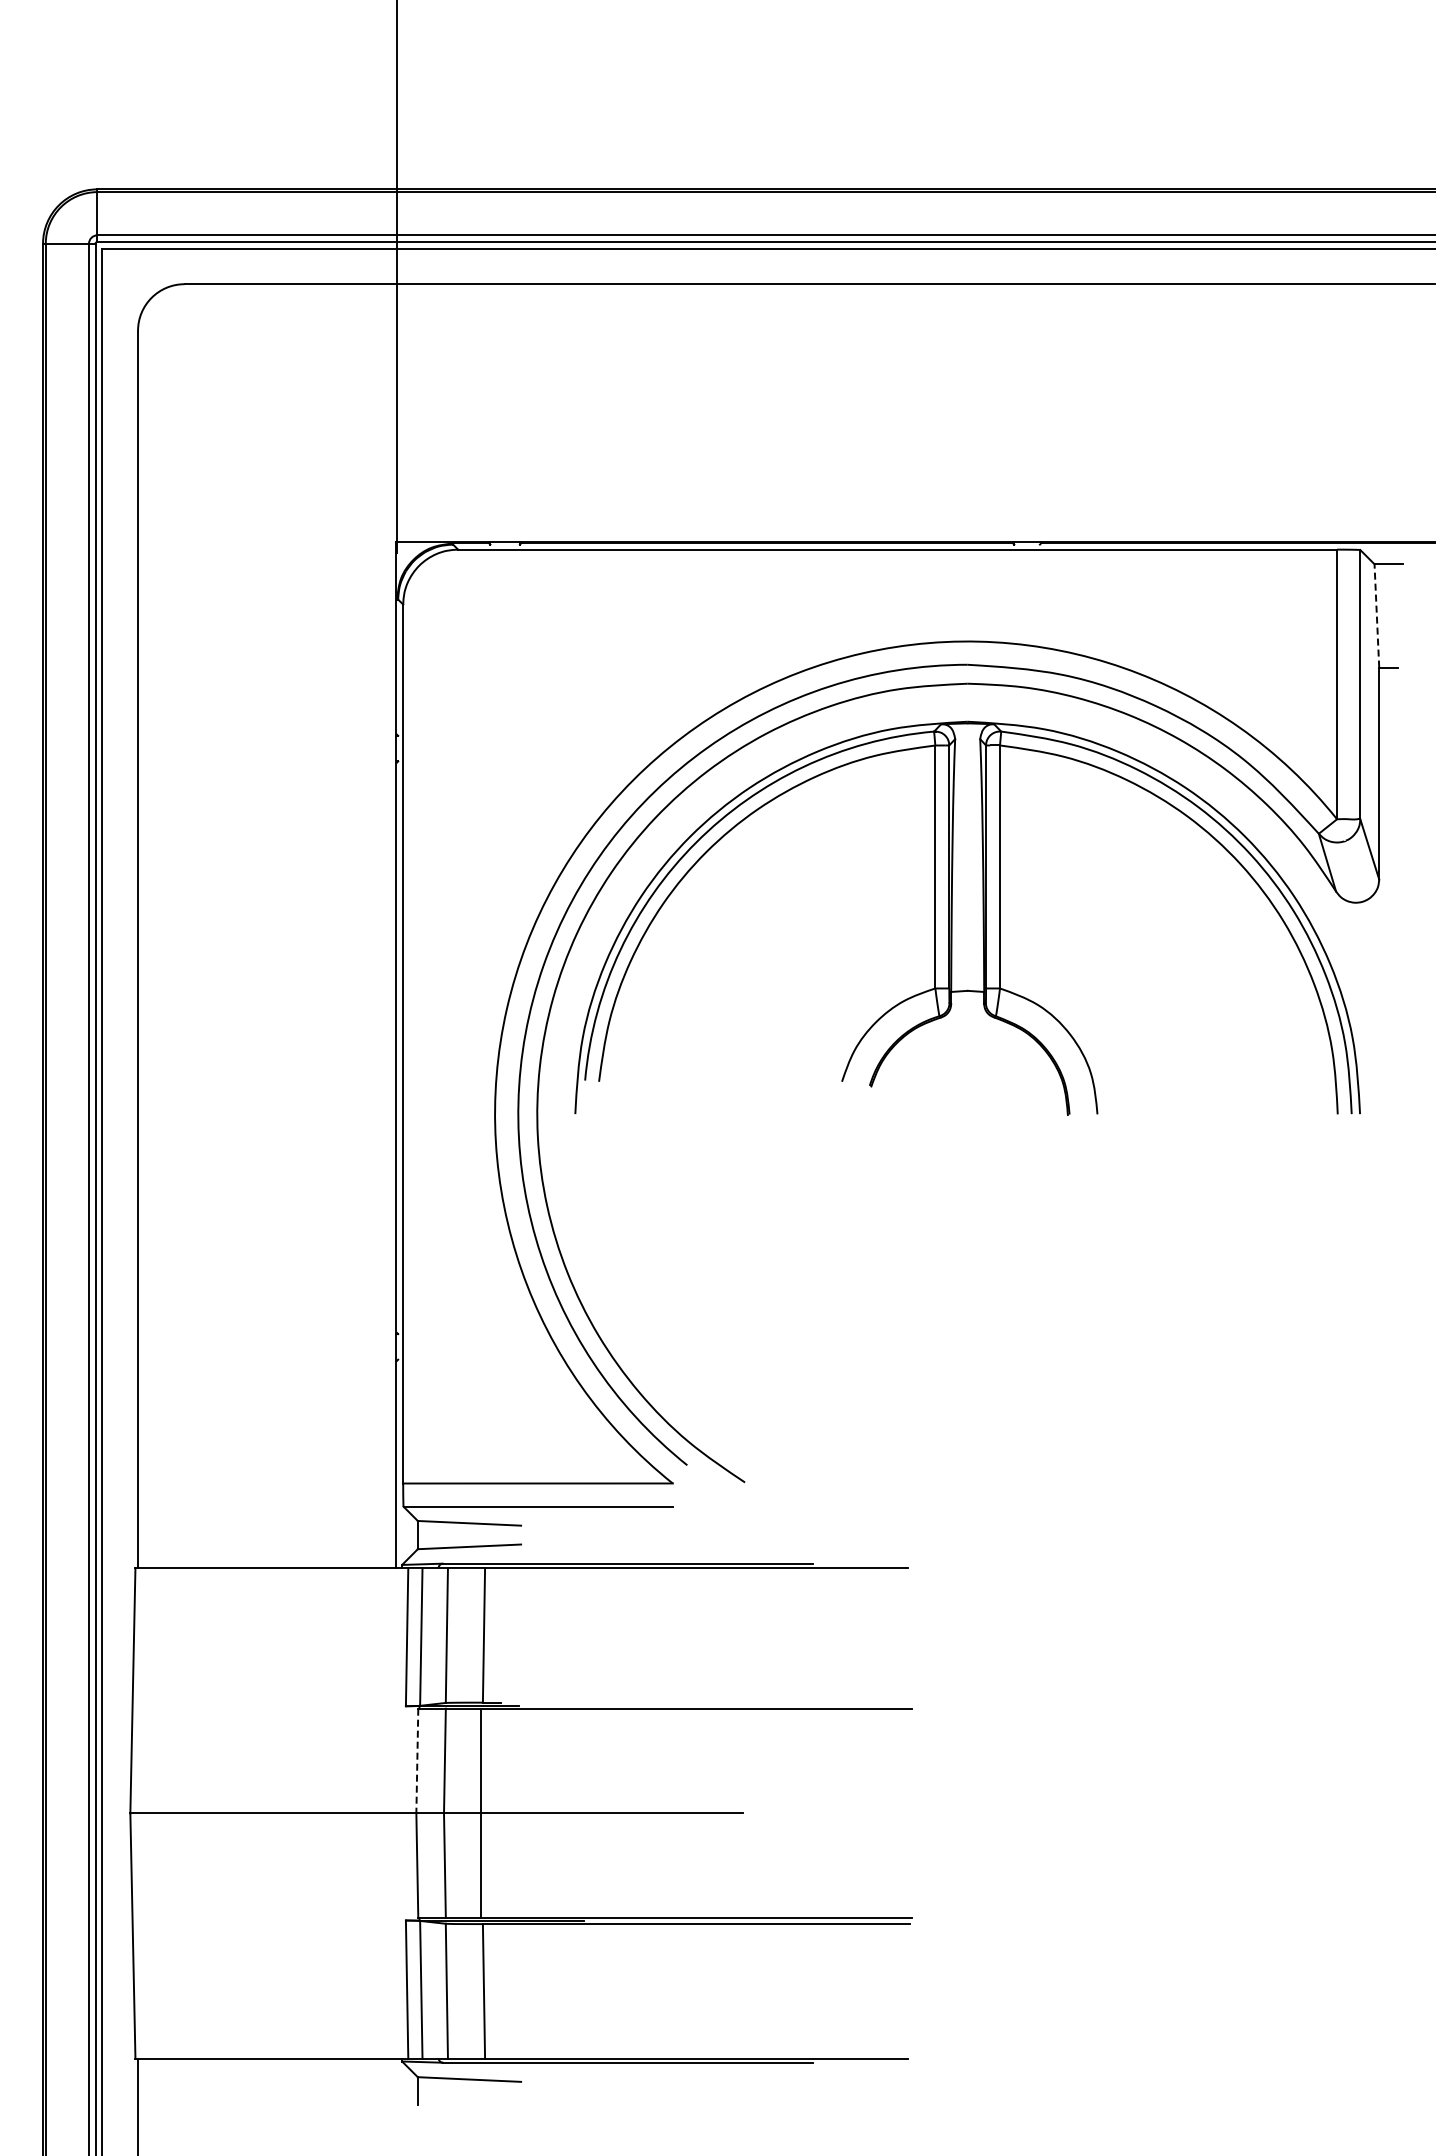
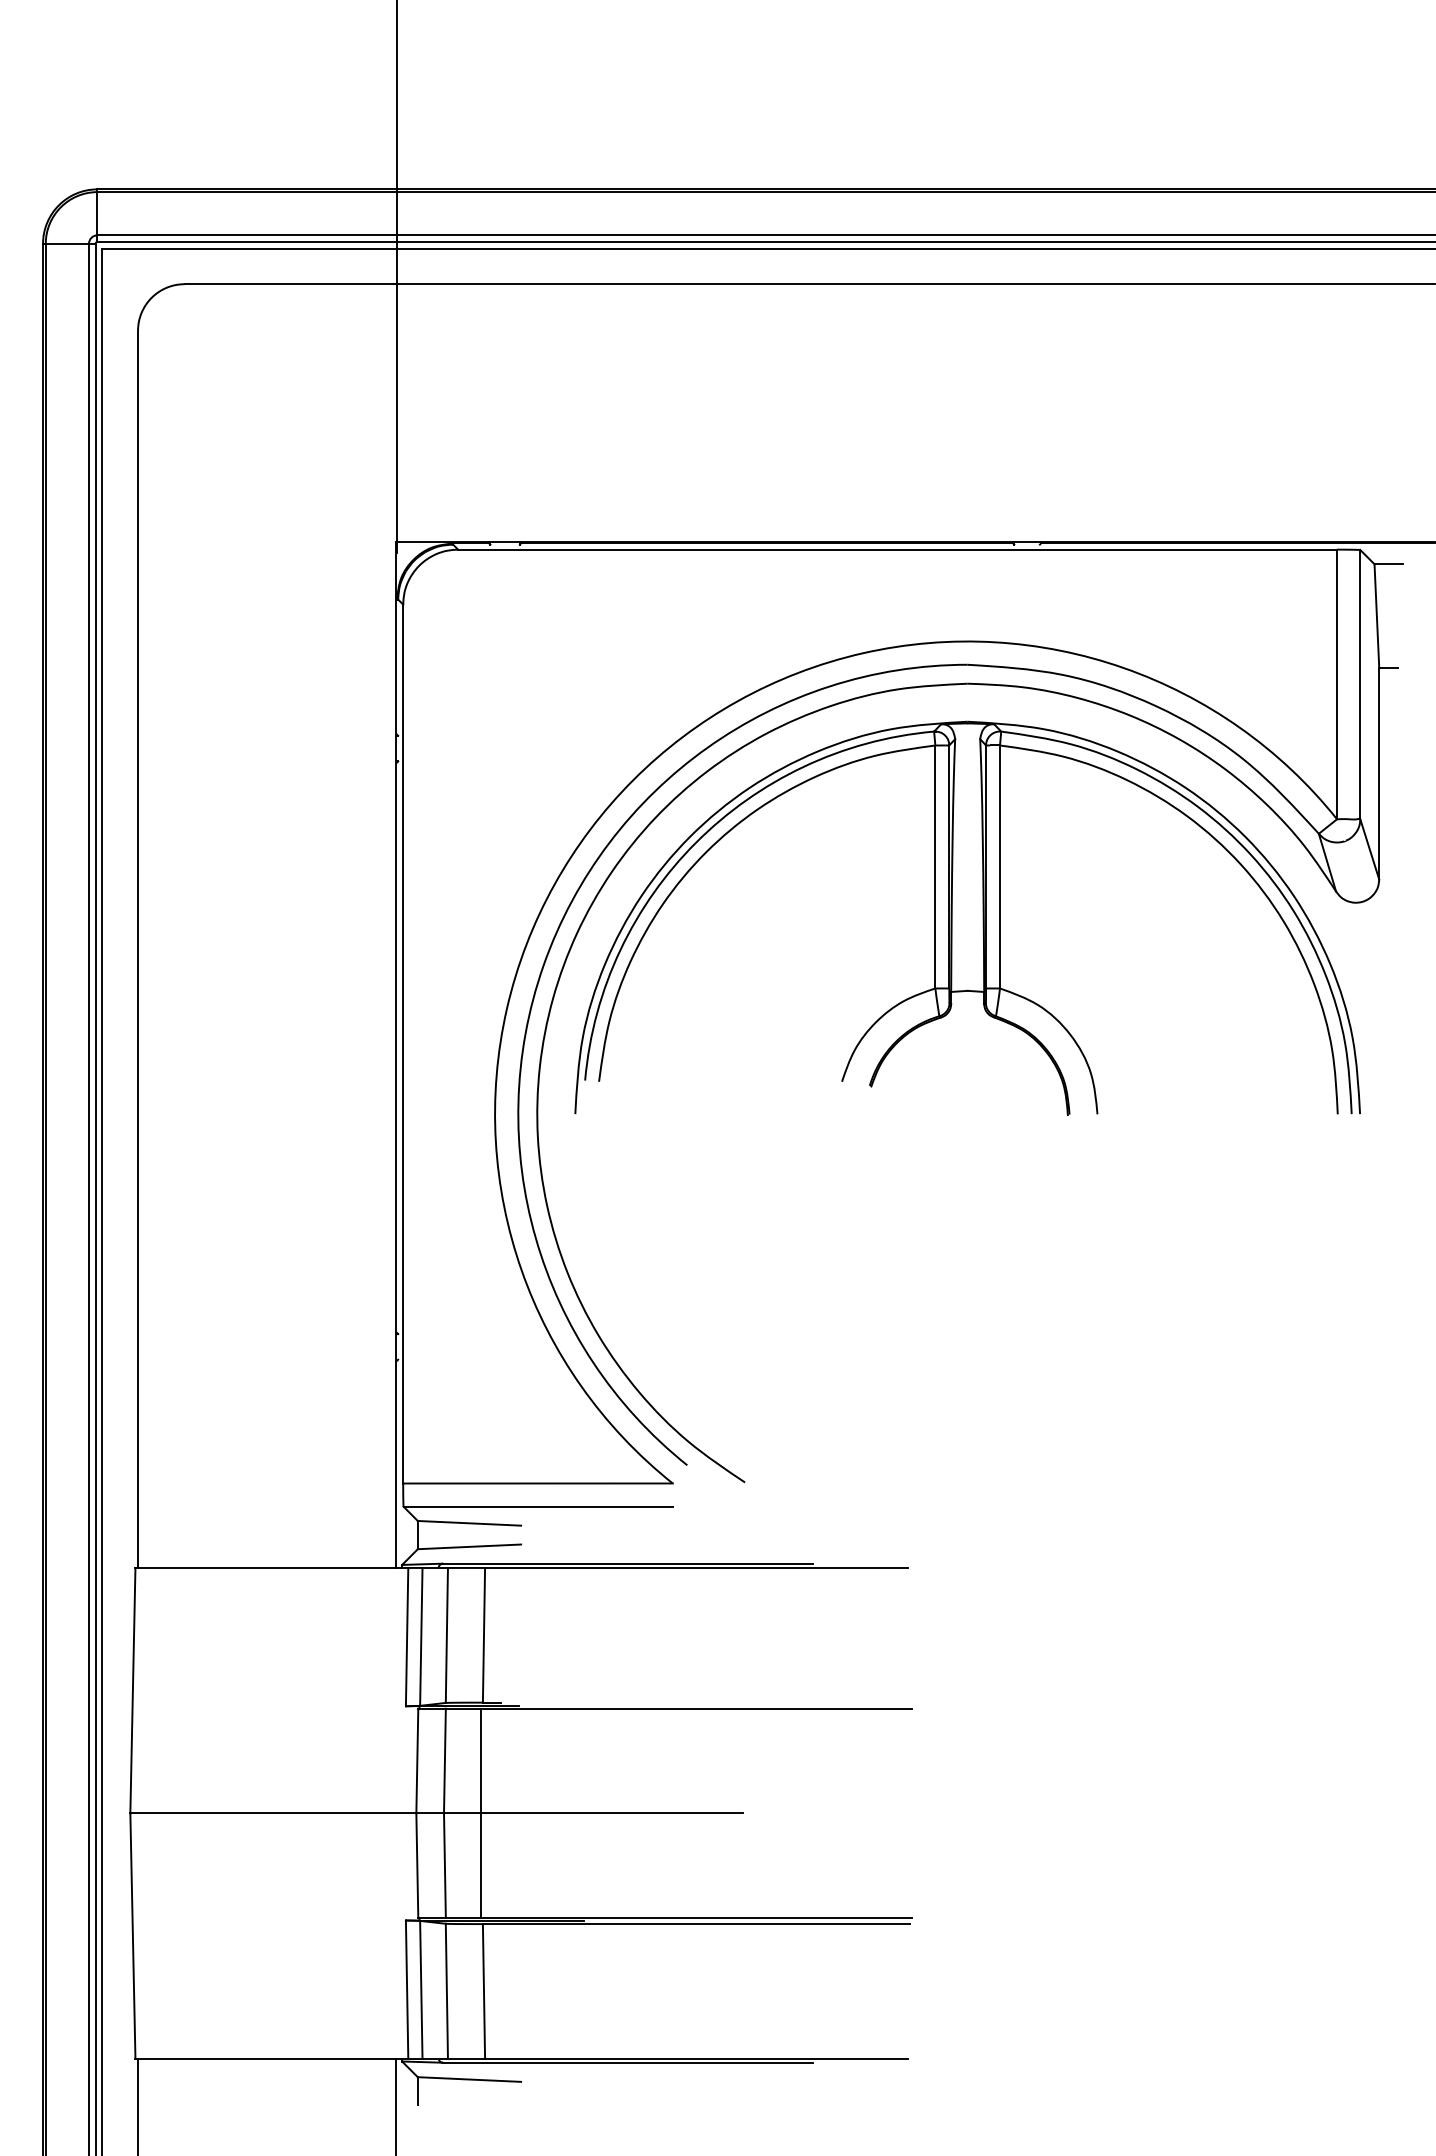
line at (1376, 615): dashed -> solid
line at (417, 1761): dashed -> solid
line at (395, 2105): none -> present
